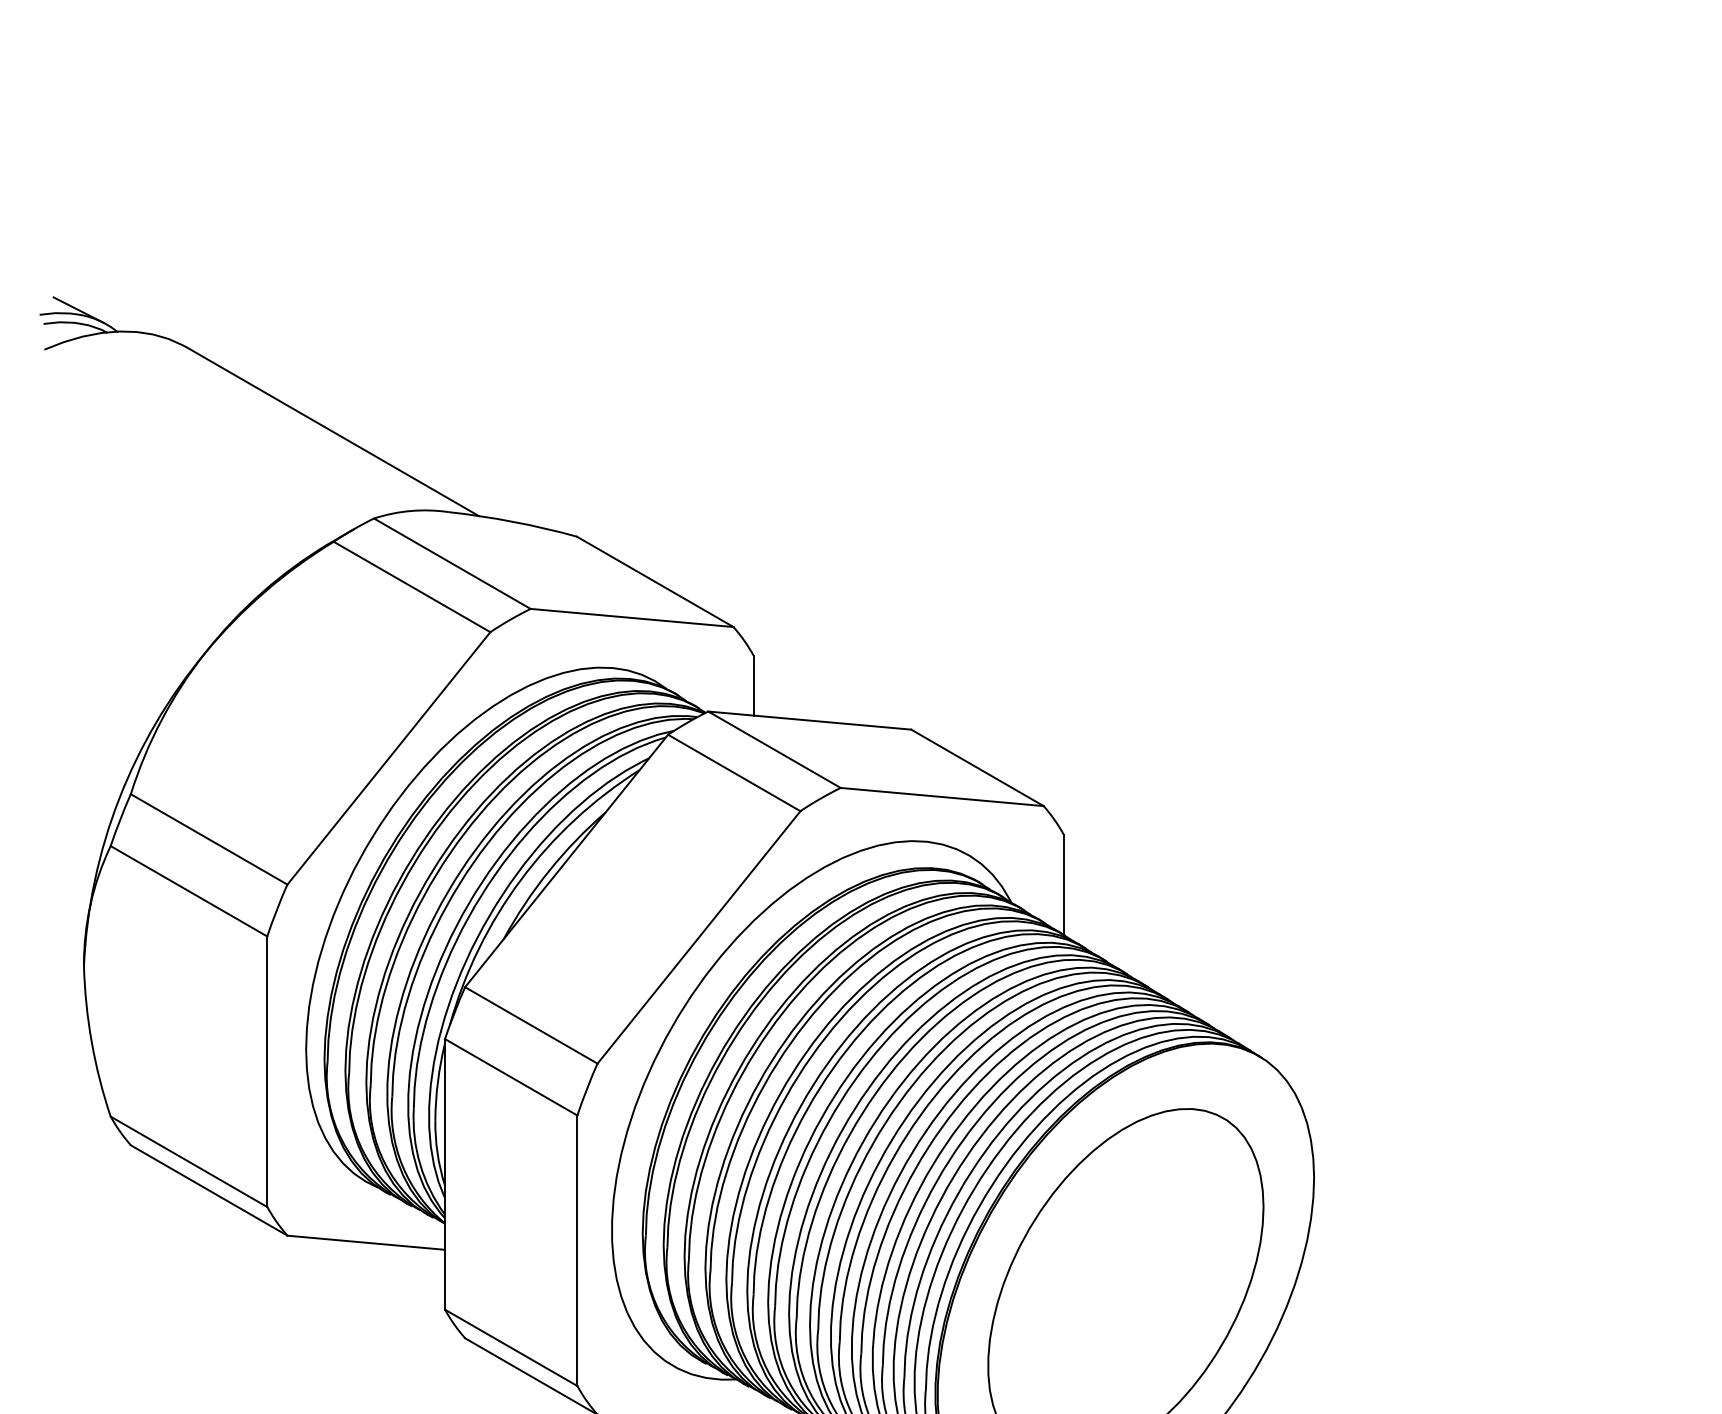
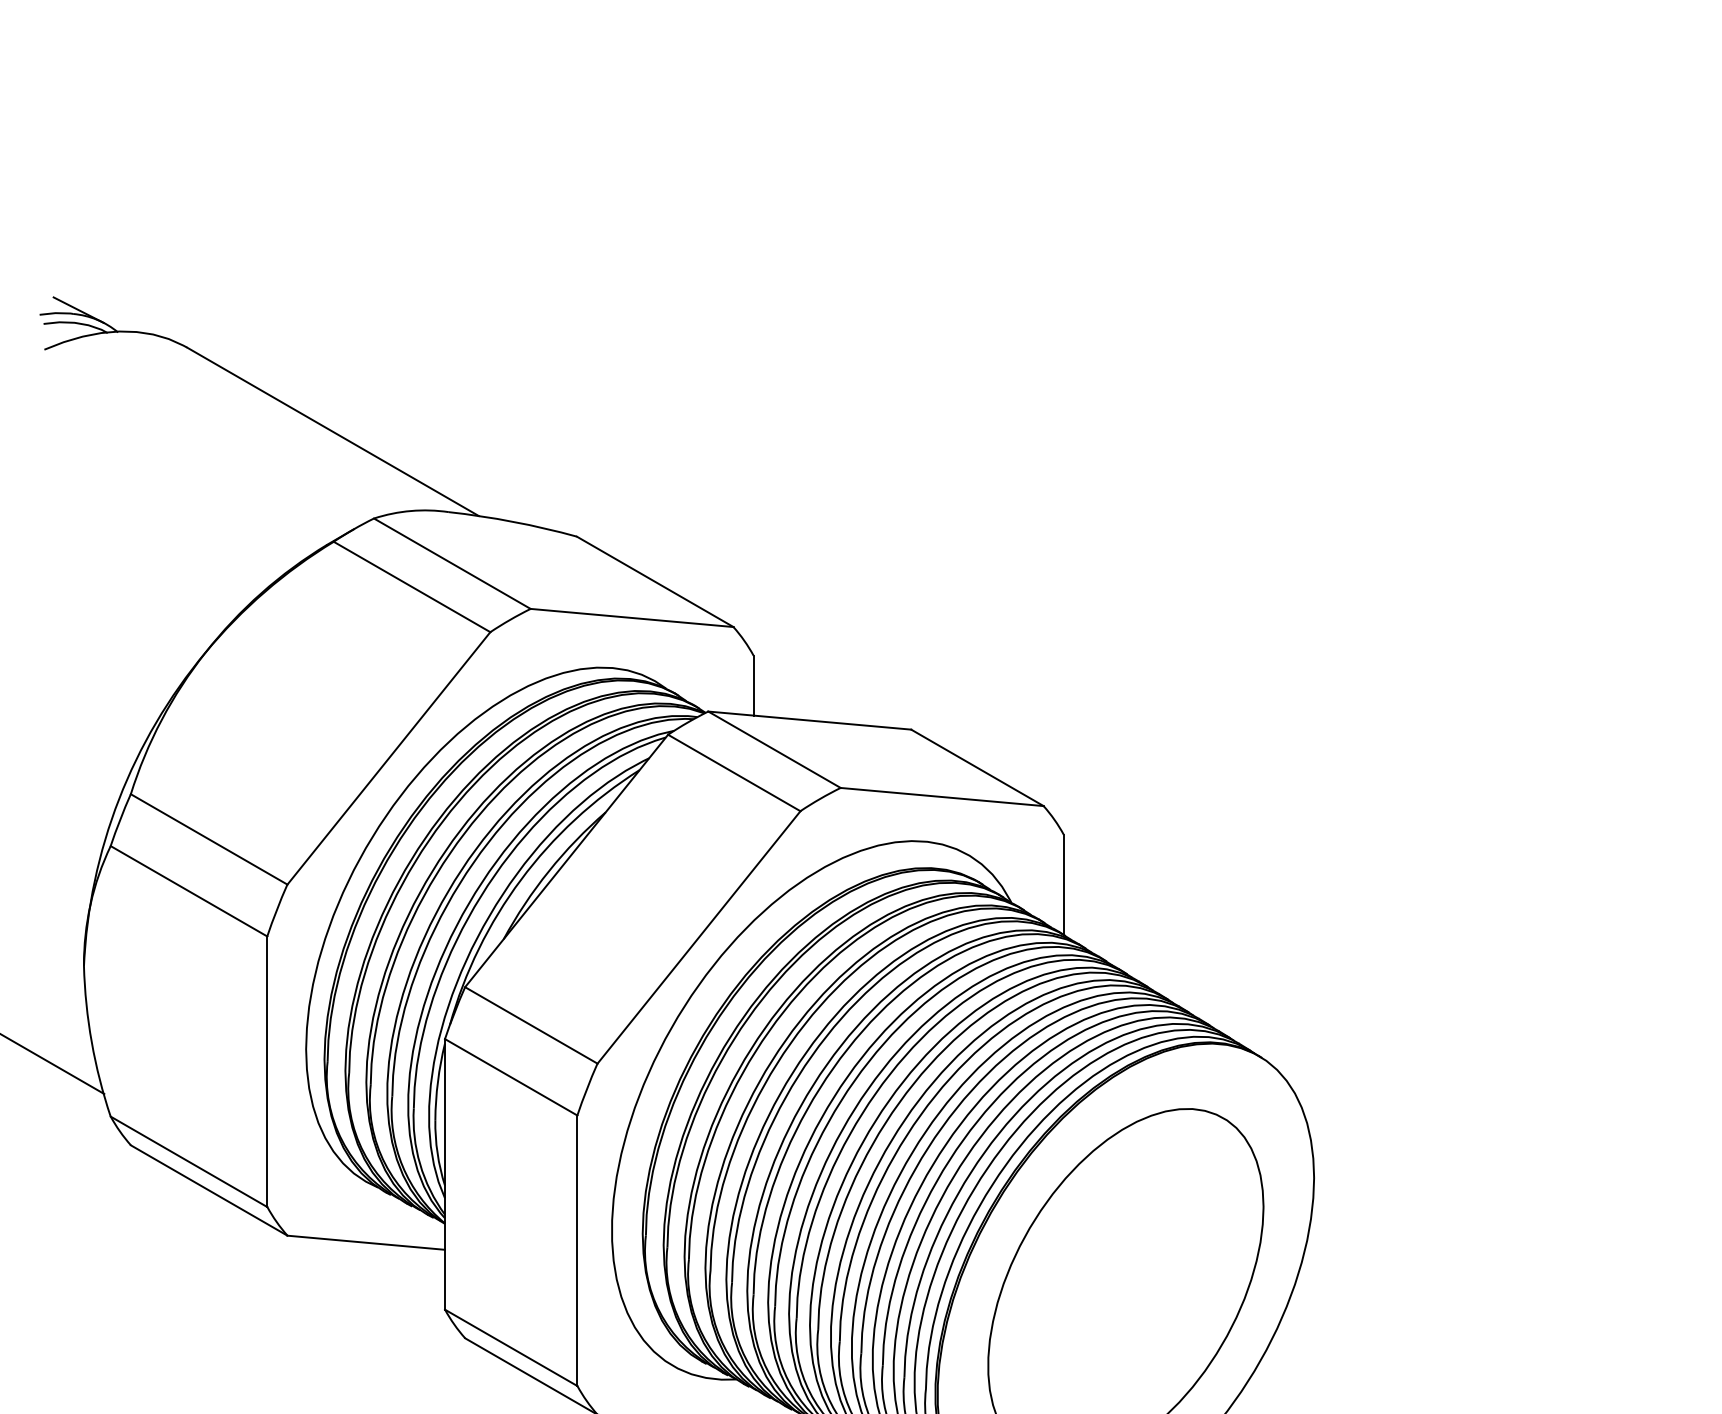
line at (53, 1064): none -> present
